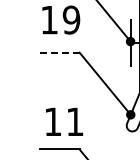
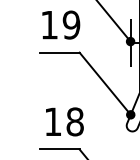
text at (61, 19) position: (61, 19) -> (61, 24)
line at (59, 52): dashed -> solid
text at (74, 121): 11 -> 18
